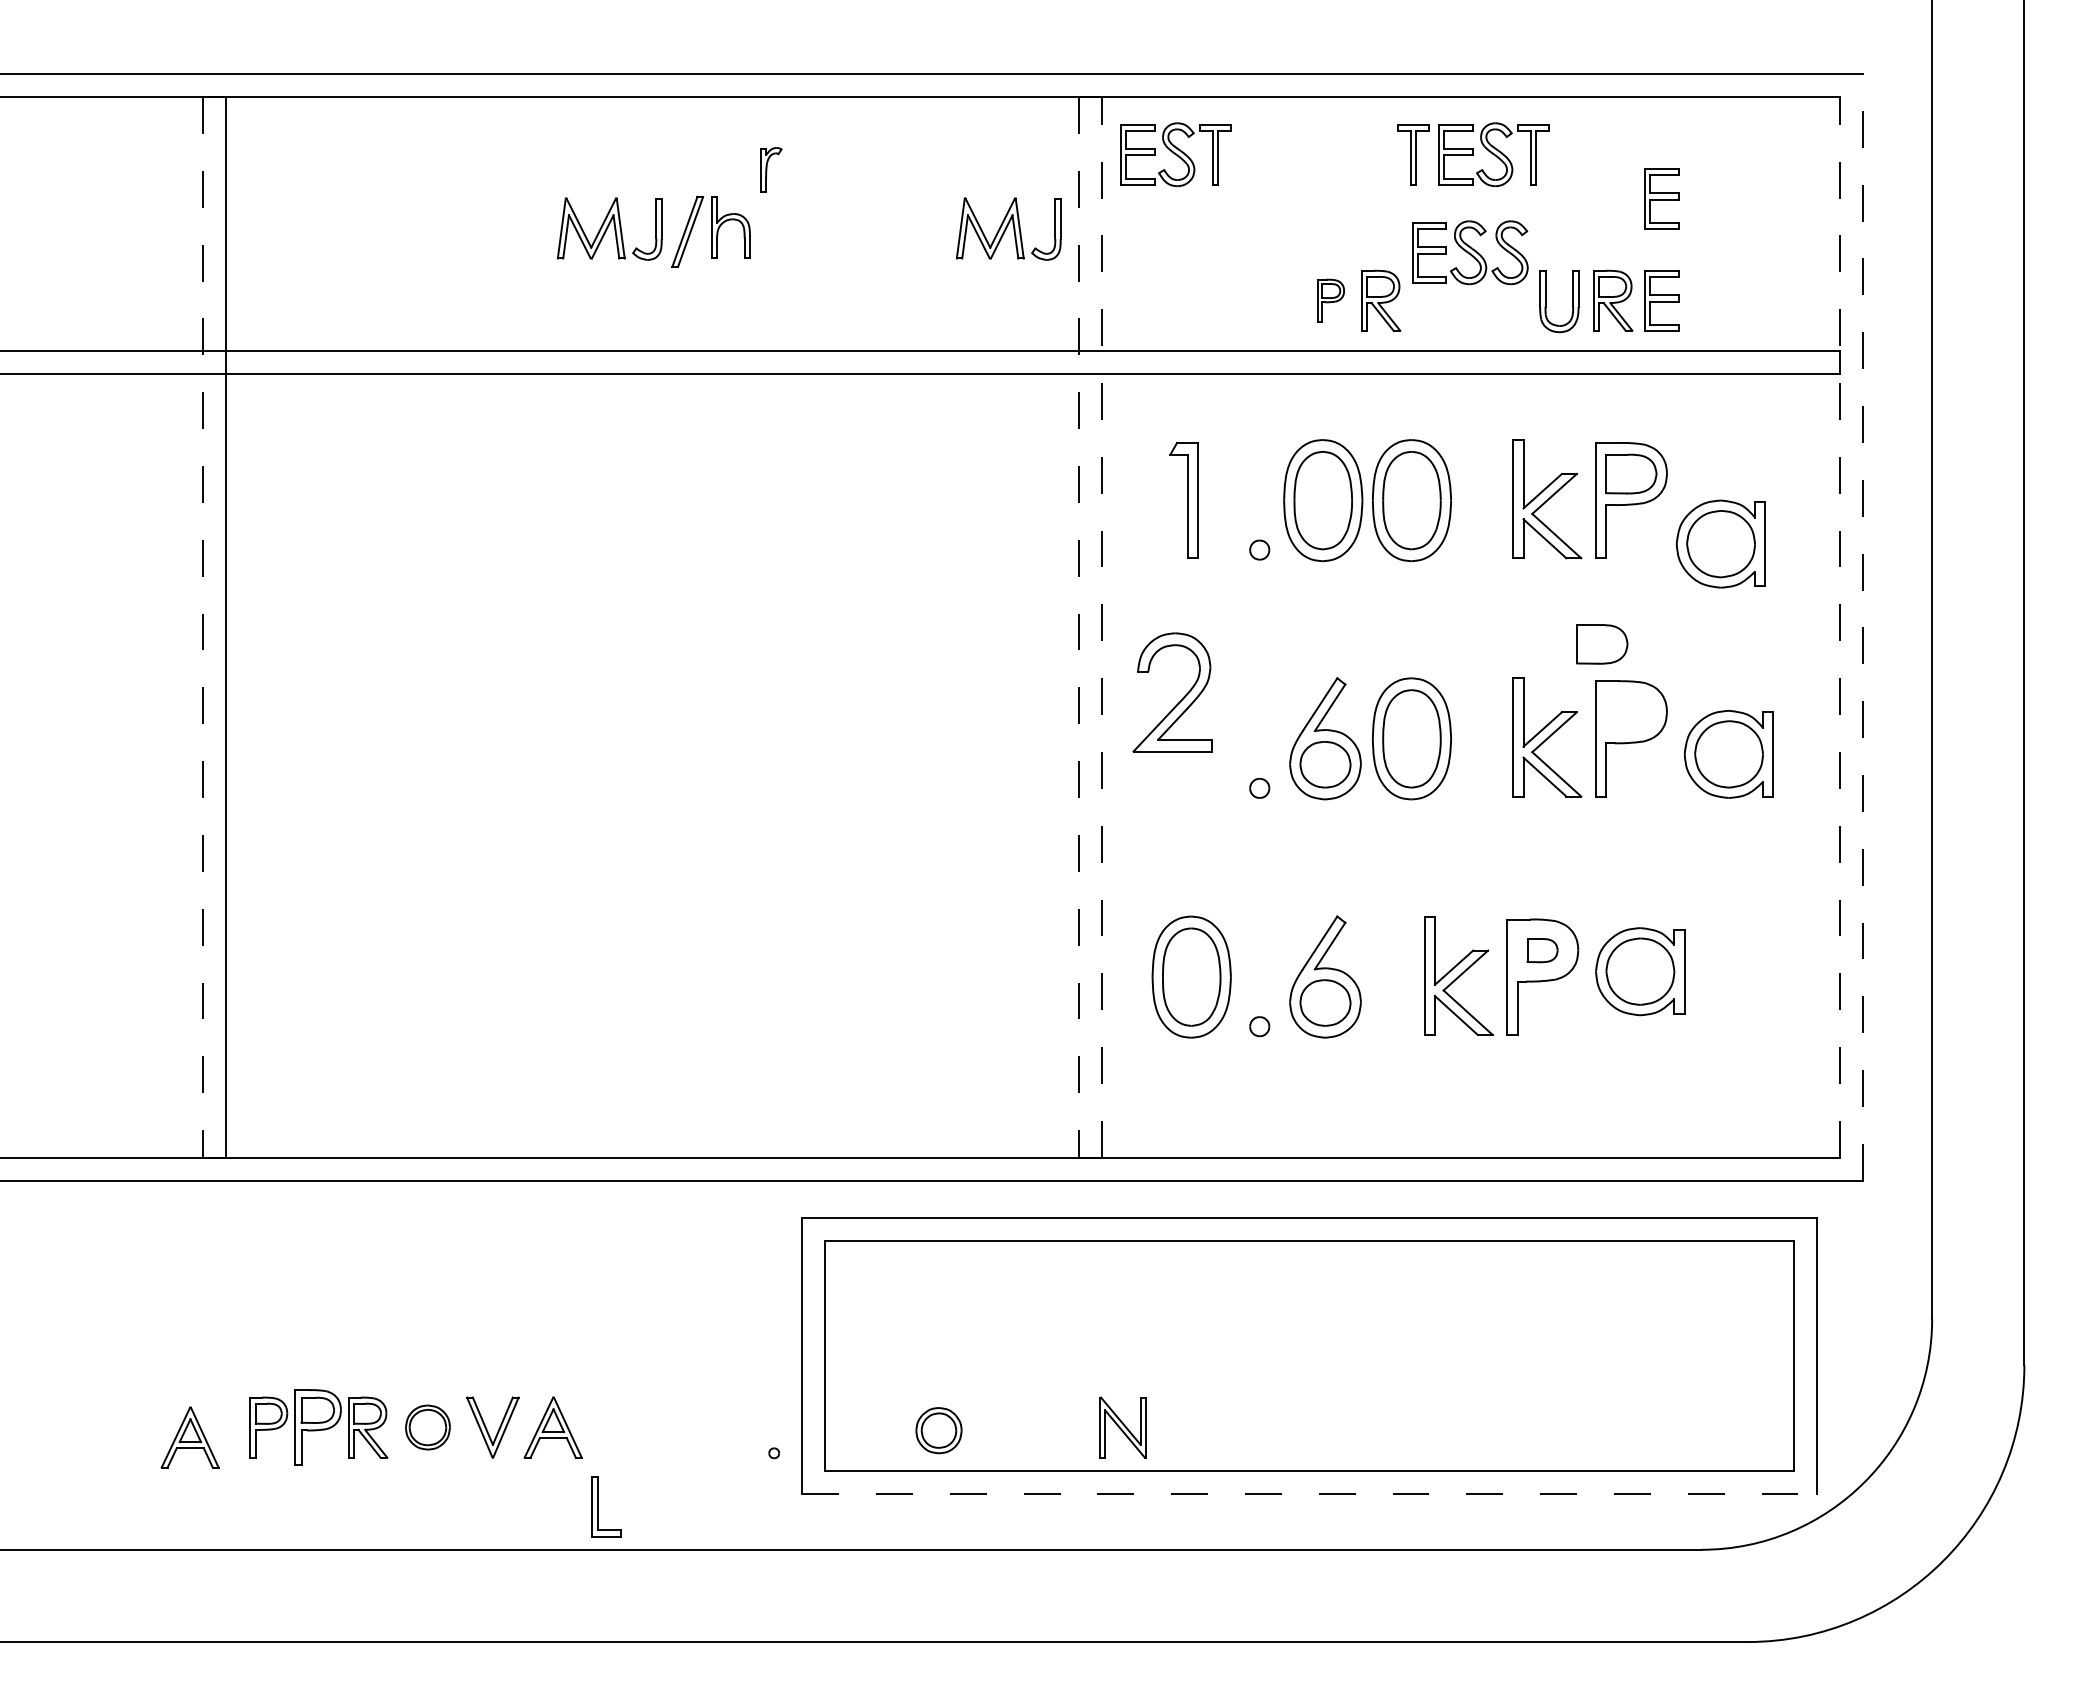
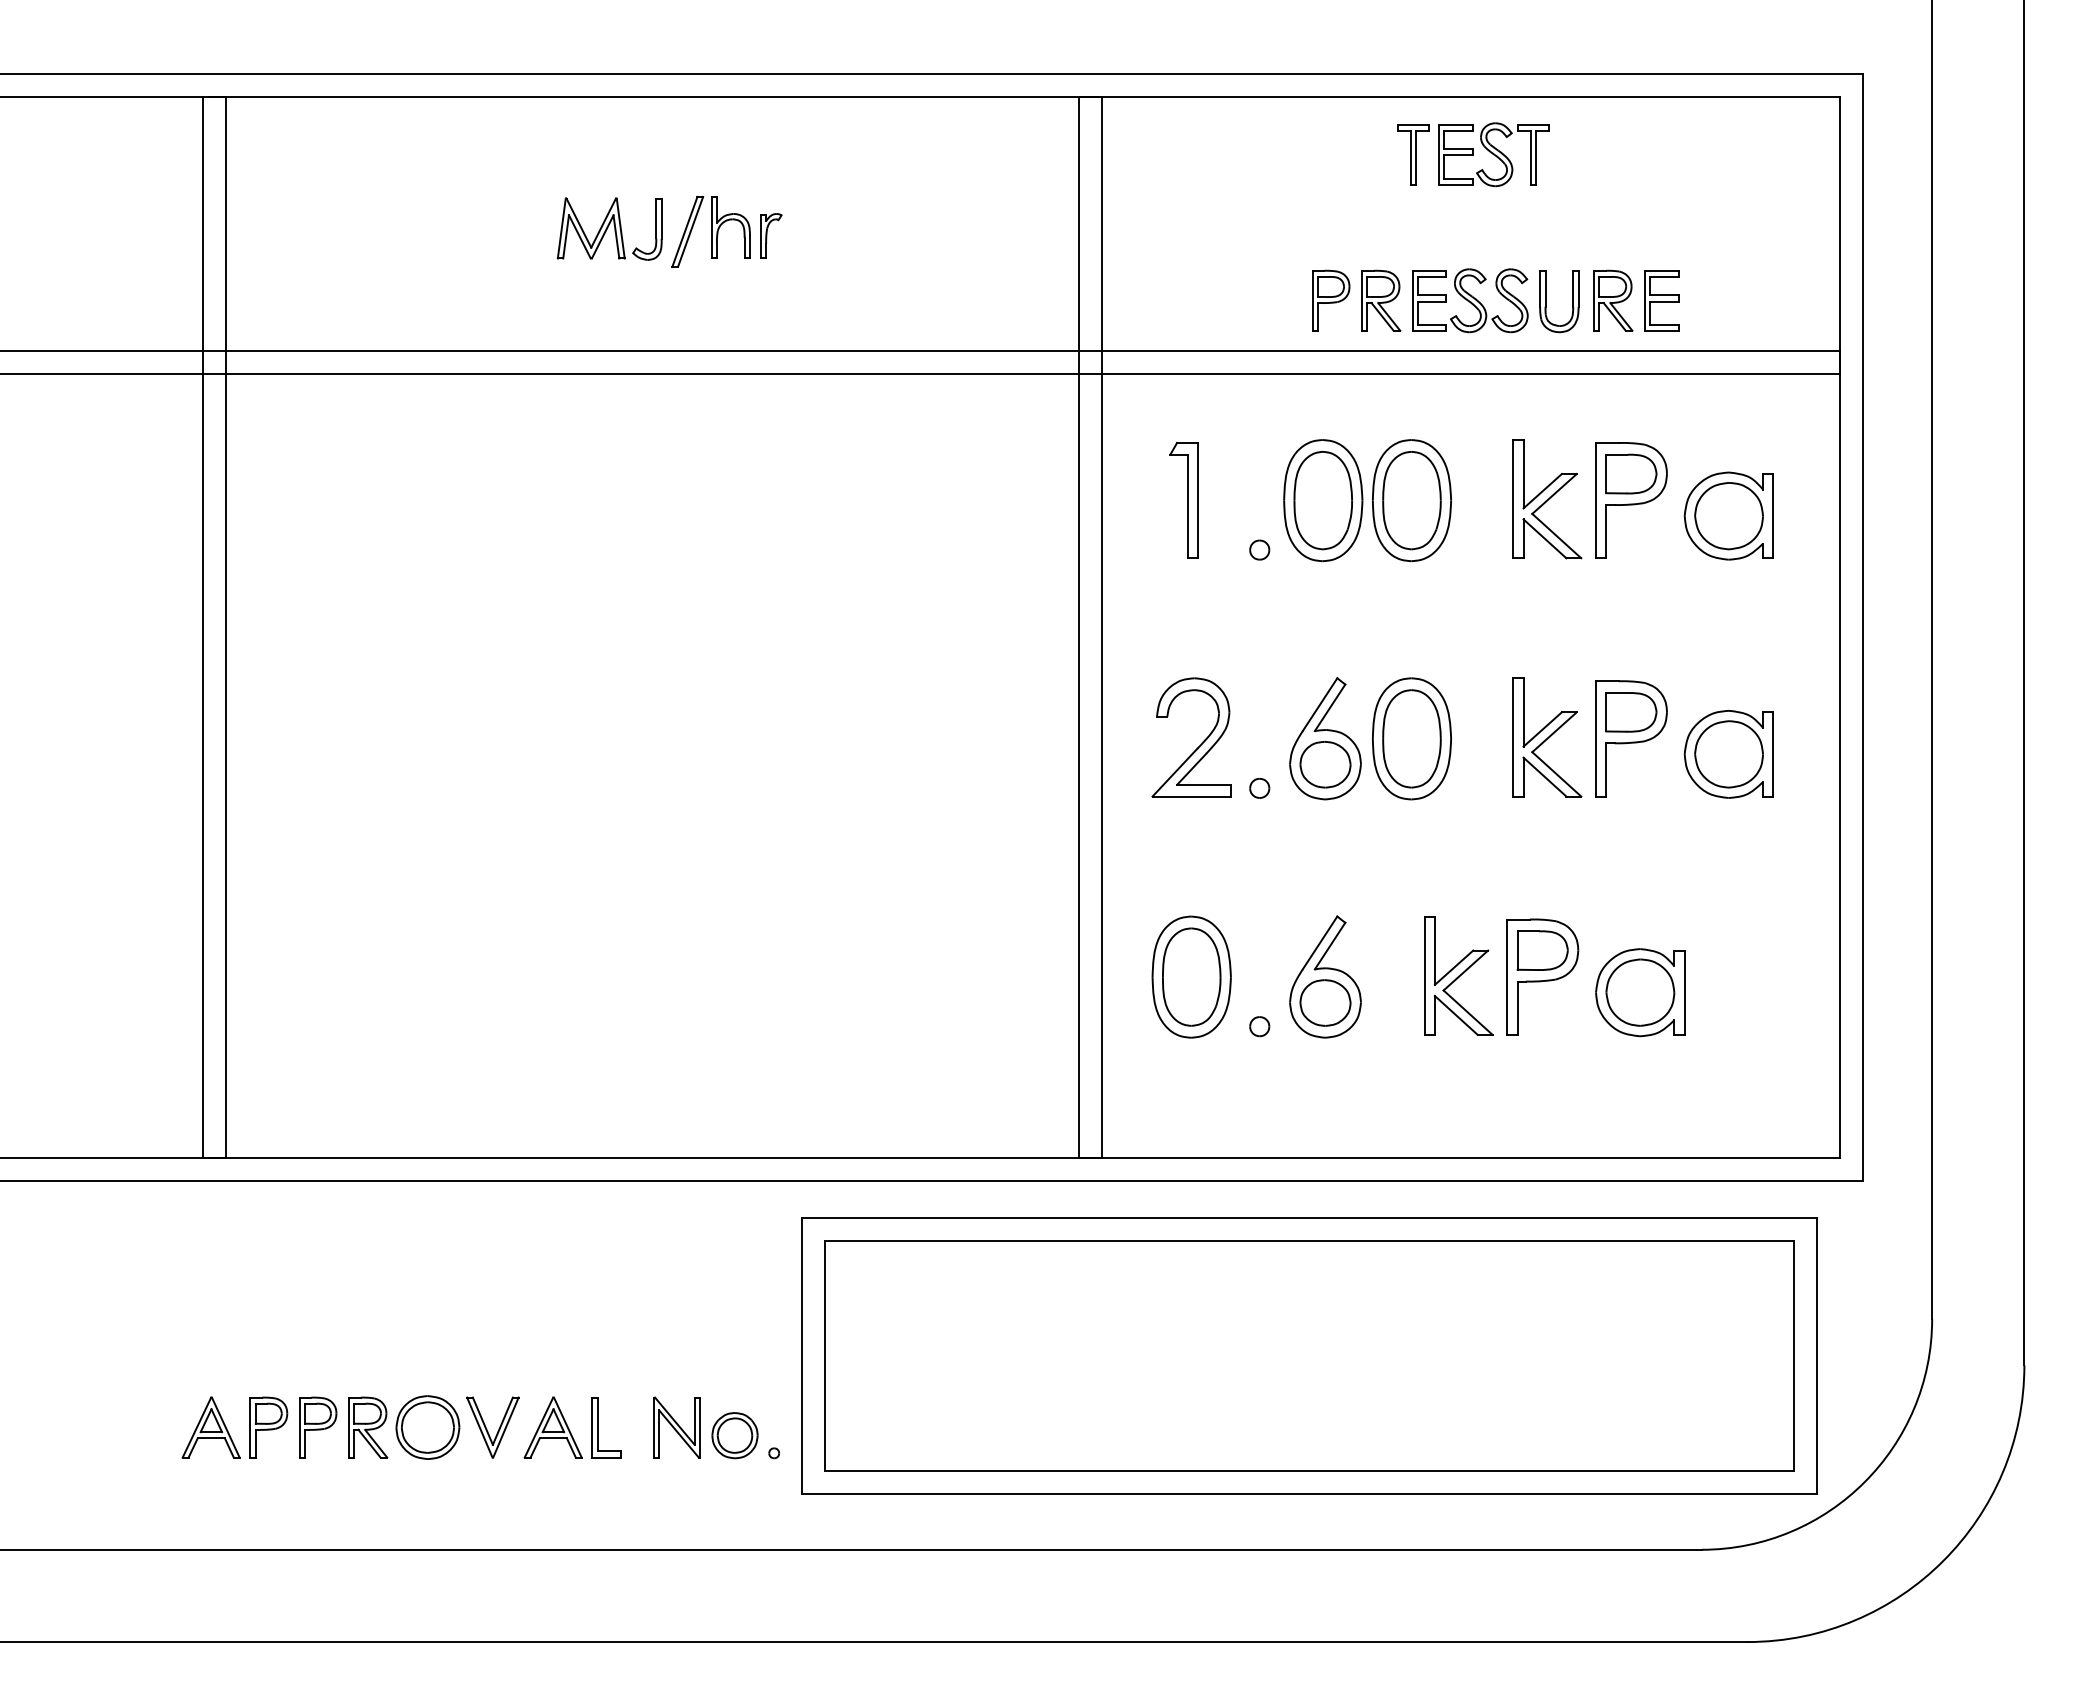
part at (1175, 154): present -> none
part at (771, 169) position: (771, 169) -> (771, 235)
part at (1661, 198): present -> none
part at (1008, 228): present -> none
part at (1470, 252) position: (1470, 252) -> (1470, 300)
part at (1330, 300) size: 28x45 px -> 39x63 px
part at (1720, 543) position: (1720, 543) -> (1728, 515)
line at (1102, 626): dashed -> solid
line at (1839, 626): dashed -> solid
line at (1862, 626): dashed -> solid
line at (202, 627): dashed -> solid
line at (1078, 627): dashed -> solid
part at (1602, 644) position: (1602, 644) -> (1631, 712)
part at (1180, 700) position: (1180, 700) -> (1199, 745)
part at (1542, 950) size: 33x26 px -> 53x41 px
part at (1640, 971) position: (1640, 971) -> (1640, 992)
part at (317, 1427) size: 48x77 px -> 39x63 px
part at (427, 1427) size: 46x47 px -> 66x65 px
part at (1122, 1427) position: (1122, 1427) -> (676, 1427)
part at (938, 1430) position: (938, 1430) -> (734, 1435)
part at (189, 1437) position: (189, 1437) -> (210, 1427)
line at (1310, 1494): dashed -> solid
part at (598, 1506) position: (598, 1506) -> (598, 1427)
